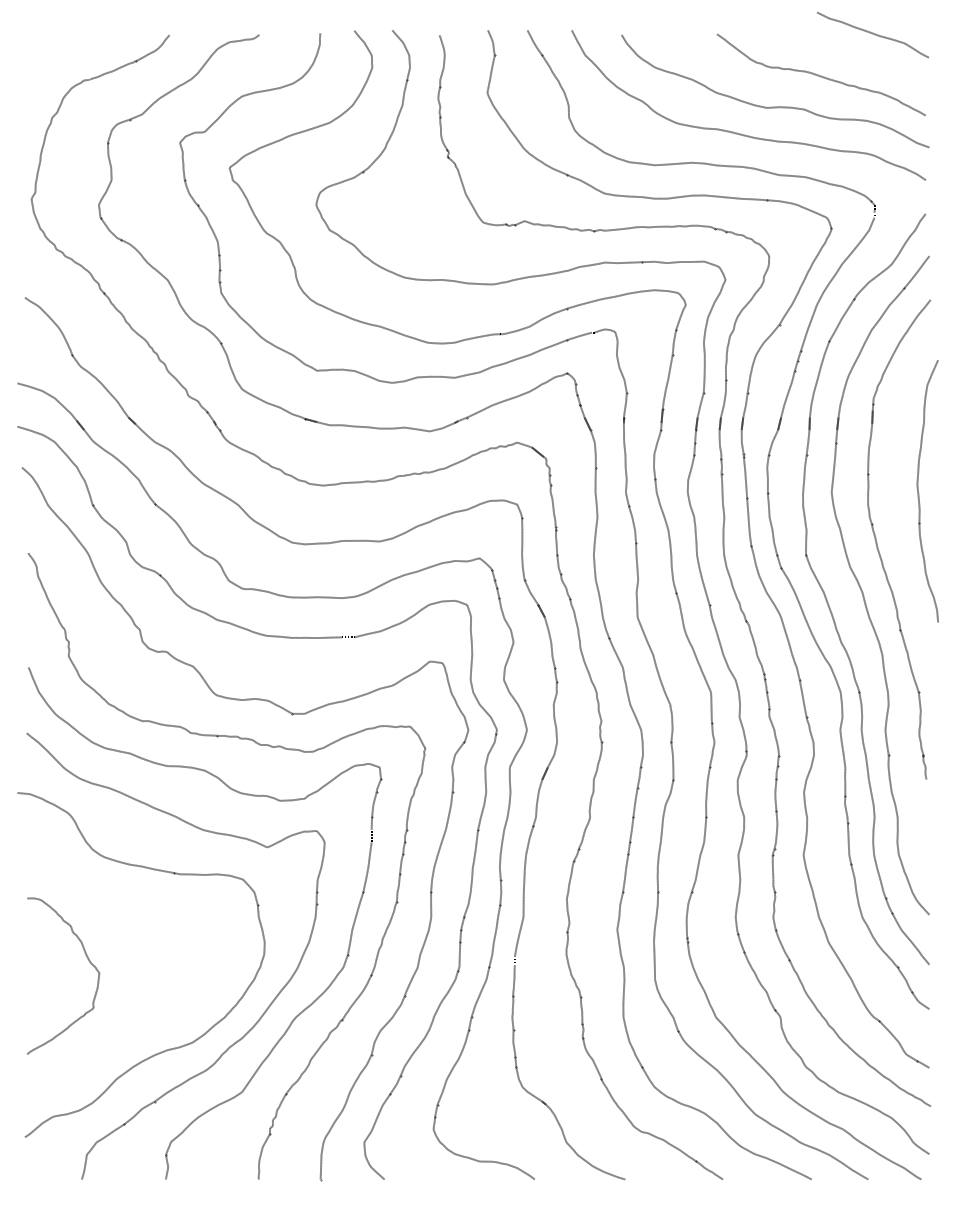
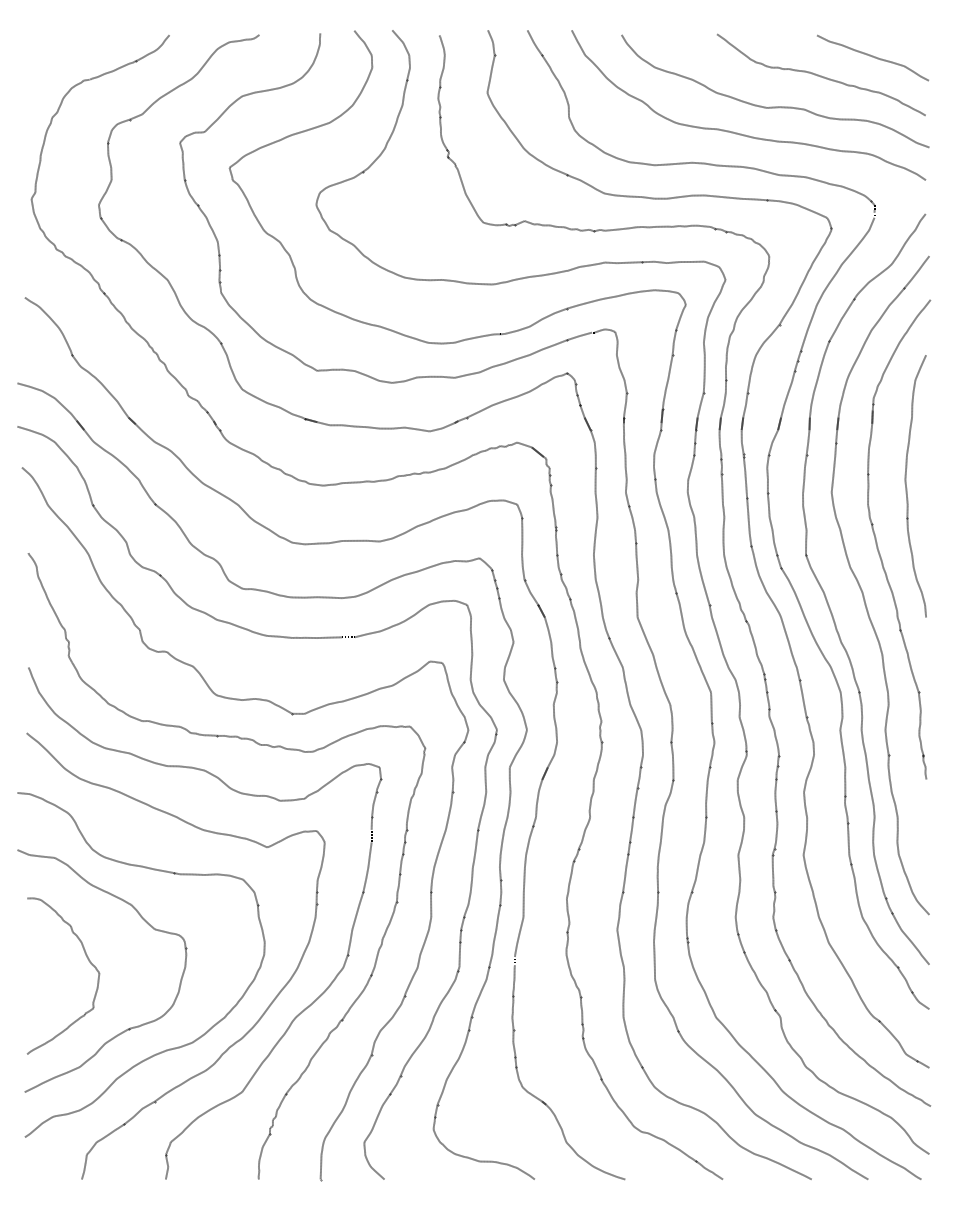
curve at (872, 34) position: (872, 34) -> (872, 57)
curve at (919, 493) position: (919, 493) -> (907, 488)
curve at (127, 1028): none -> present
